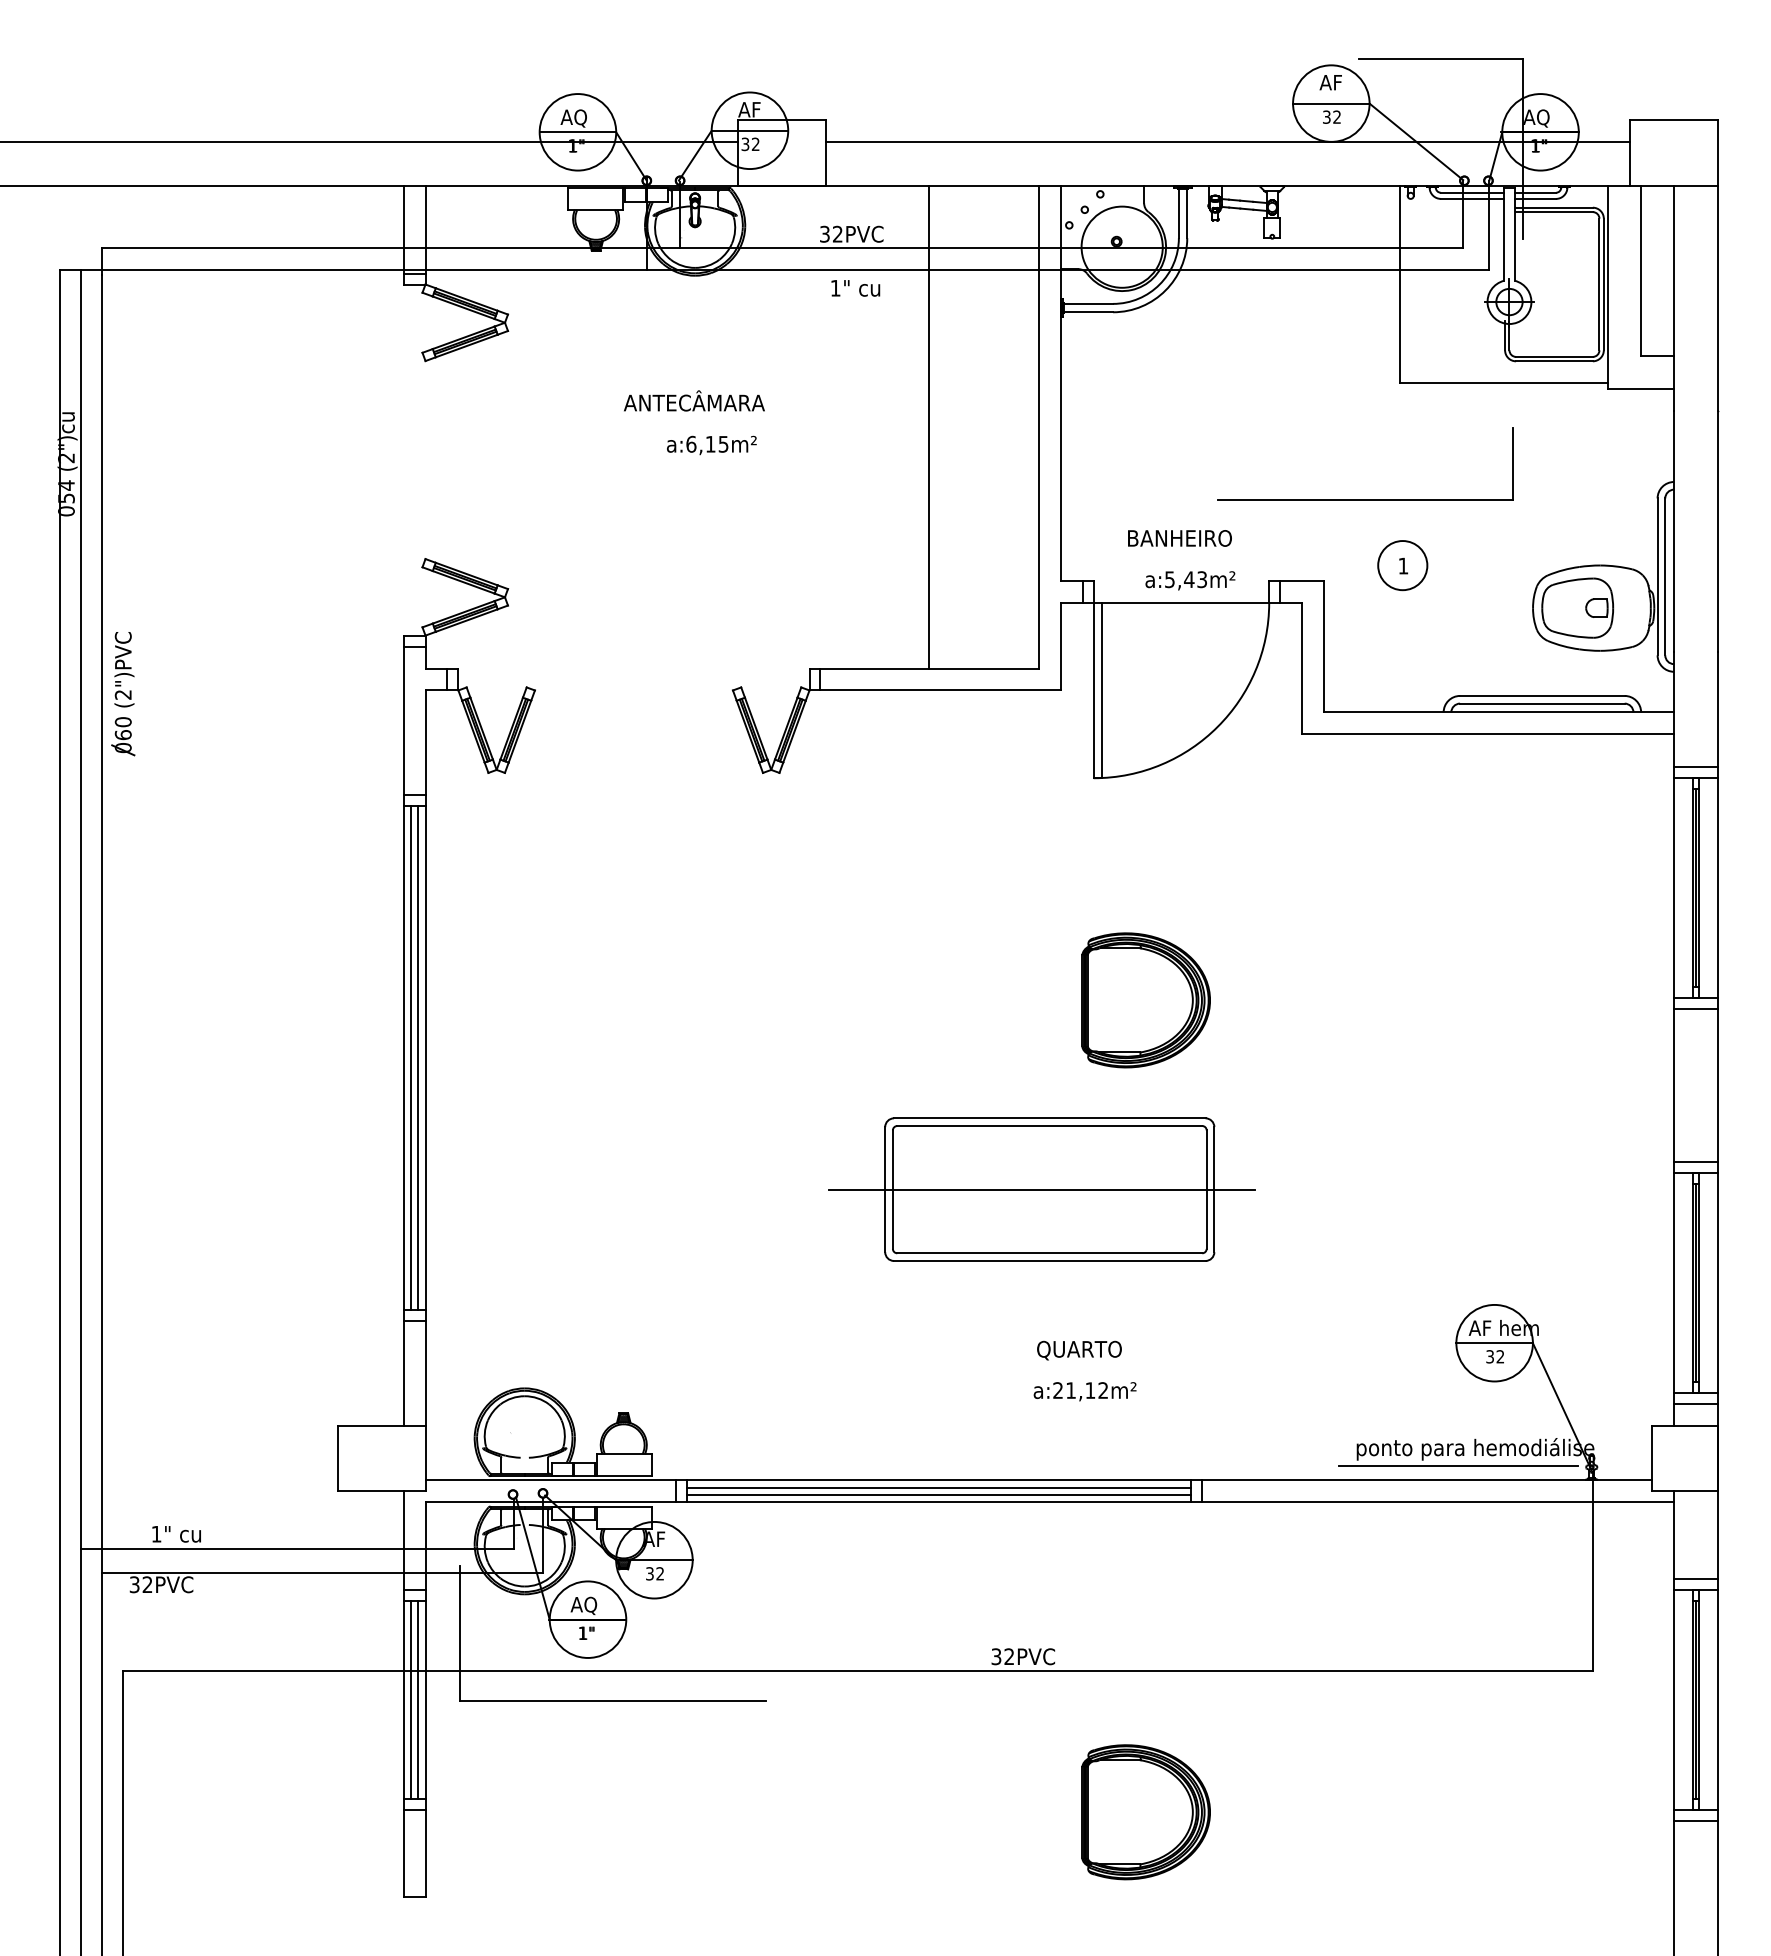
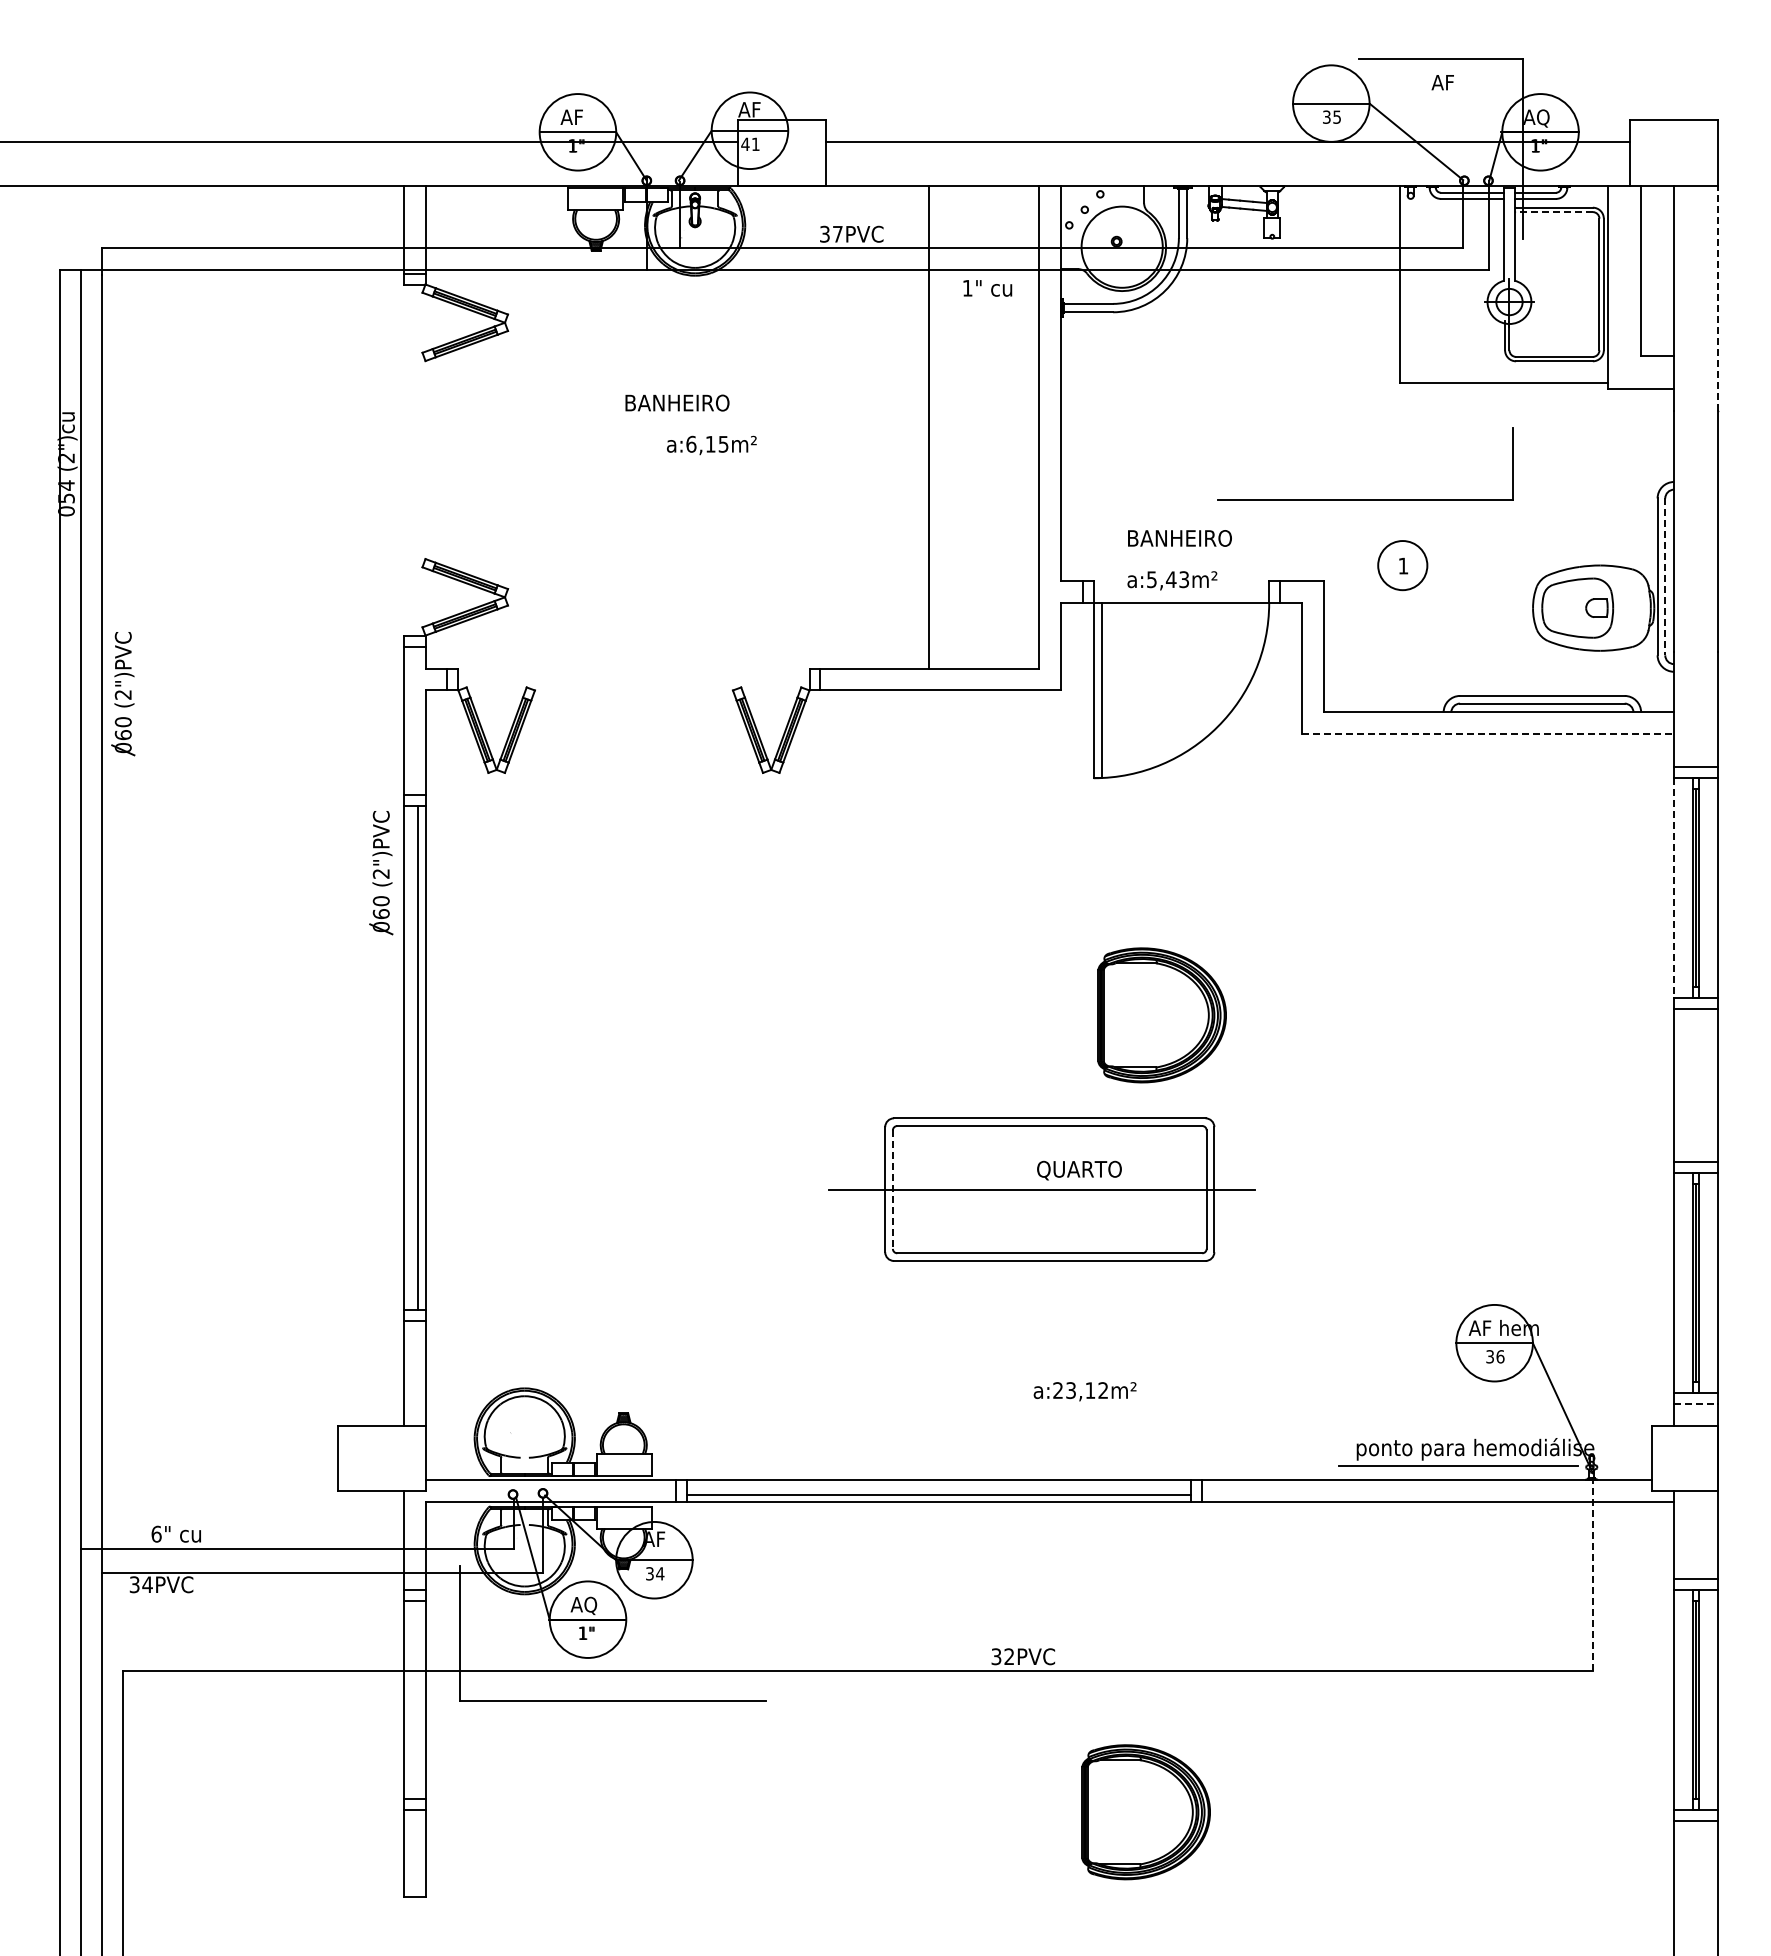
text at (1330, 82) position: (1330, 82) -> (1442, 82)
text at (1336, 116): 32 -> 35
text at (580, 118): AQ -> AF
text at (750, 144): 32 -> 41
line at (1553, 212): solid -> dashed
text at (837, 233): 32PVC -> 37PVC
text at (855, 288) position: (855, 288) -> (987, 288)
line at (1717, 297): solid -> dashed
text at (694, 400): ANTECÂMARA -> BANHEIRO
line at (1665, 577): solid -> dashed
text at (1190, 580) position: (1190, 580) -> (1172, 580)
line at (1488, 734): solid -> dashed
part at (381, 873): none -> present
line at (1674, 887): solid -> dashed
part at (1145, 1000) position: (1145, 1000) -> (1161, 1015)
line at (411, 1057): present -> none
line at (892, 1190): solid -> dashed
text at (1079, 1350) position: (1079, 1350) -> (1079, 1170)
text at (1500, 1356): 32 -> 36
text at (1070, 1390): a:21,12m² -> a:23,12m²
line at (1695, 1403): solid -> dashed
line at (938, 1488): present -> none
text at (156, 1533): 1" -> 6"
line at (1592, 1572): solid -> dashed
text at (660, 1573): 32 -> 34
text at (147, 1584): 32PVC -> 34PVC
line at (411, 1699): present -> none
line at (417, 1699): present -> none
